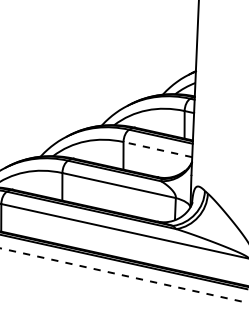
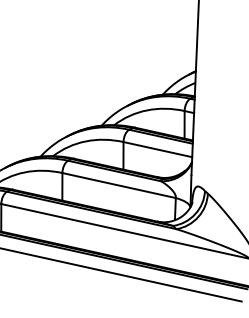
line at (157, 149): dashed -> solid
line at (120, 274): dashed -> solid
